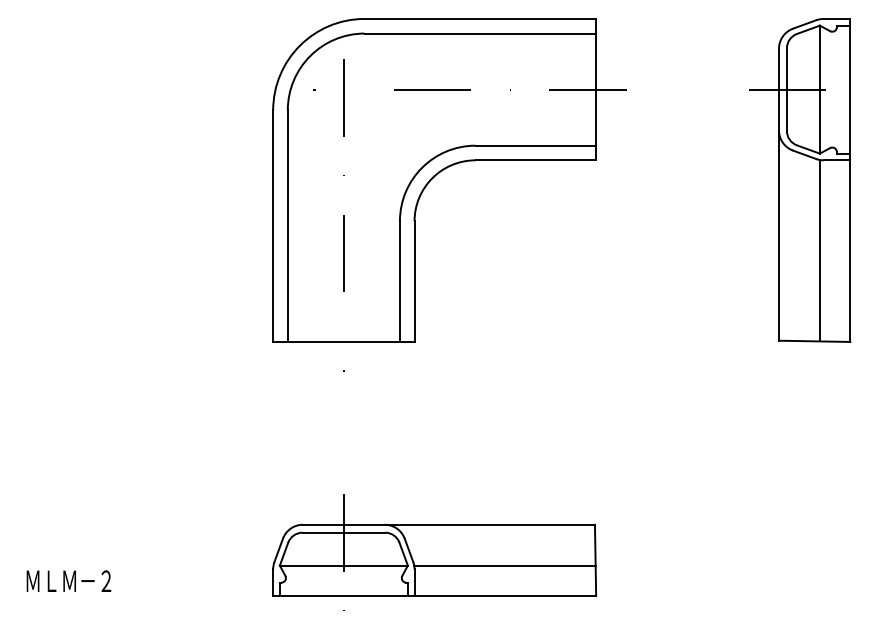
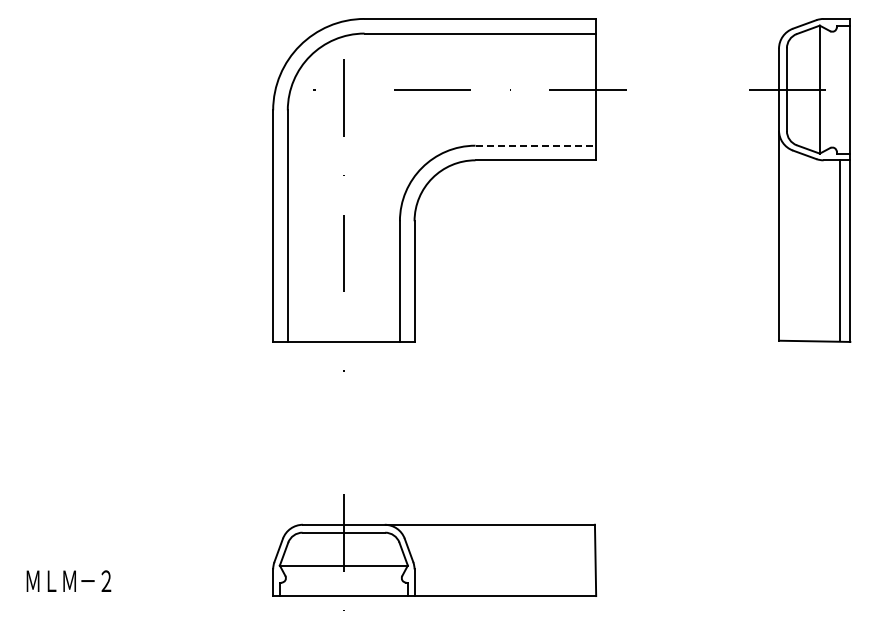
line at (536, 145): solid -> dashed
line at (819, 250) position: (819, 250) -> (839, 250)
line at (504, 565): present -> none
